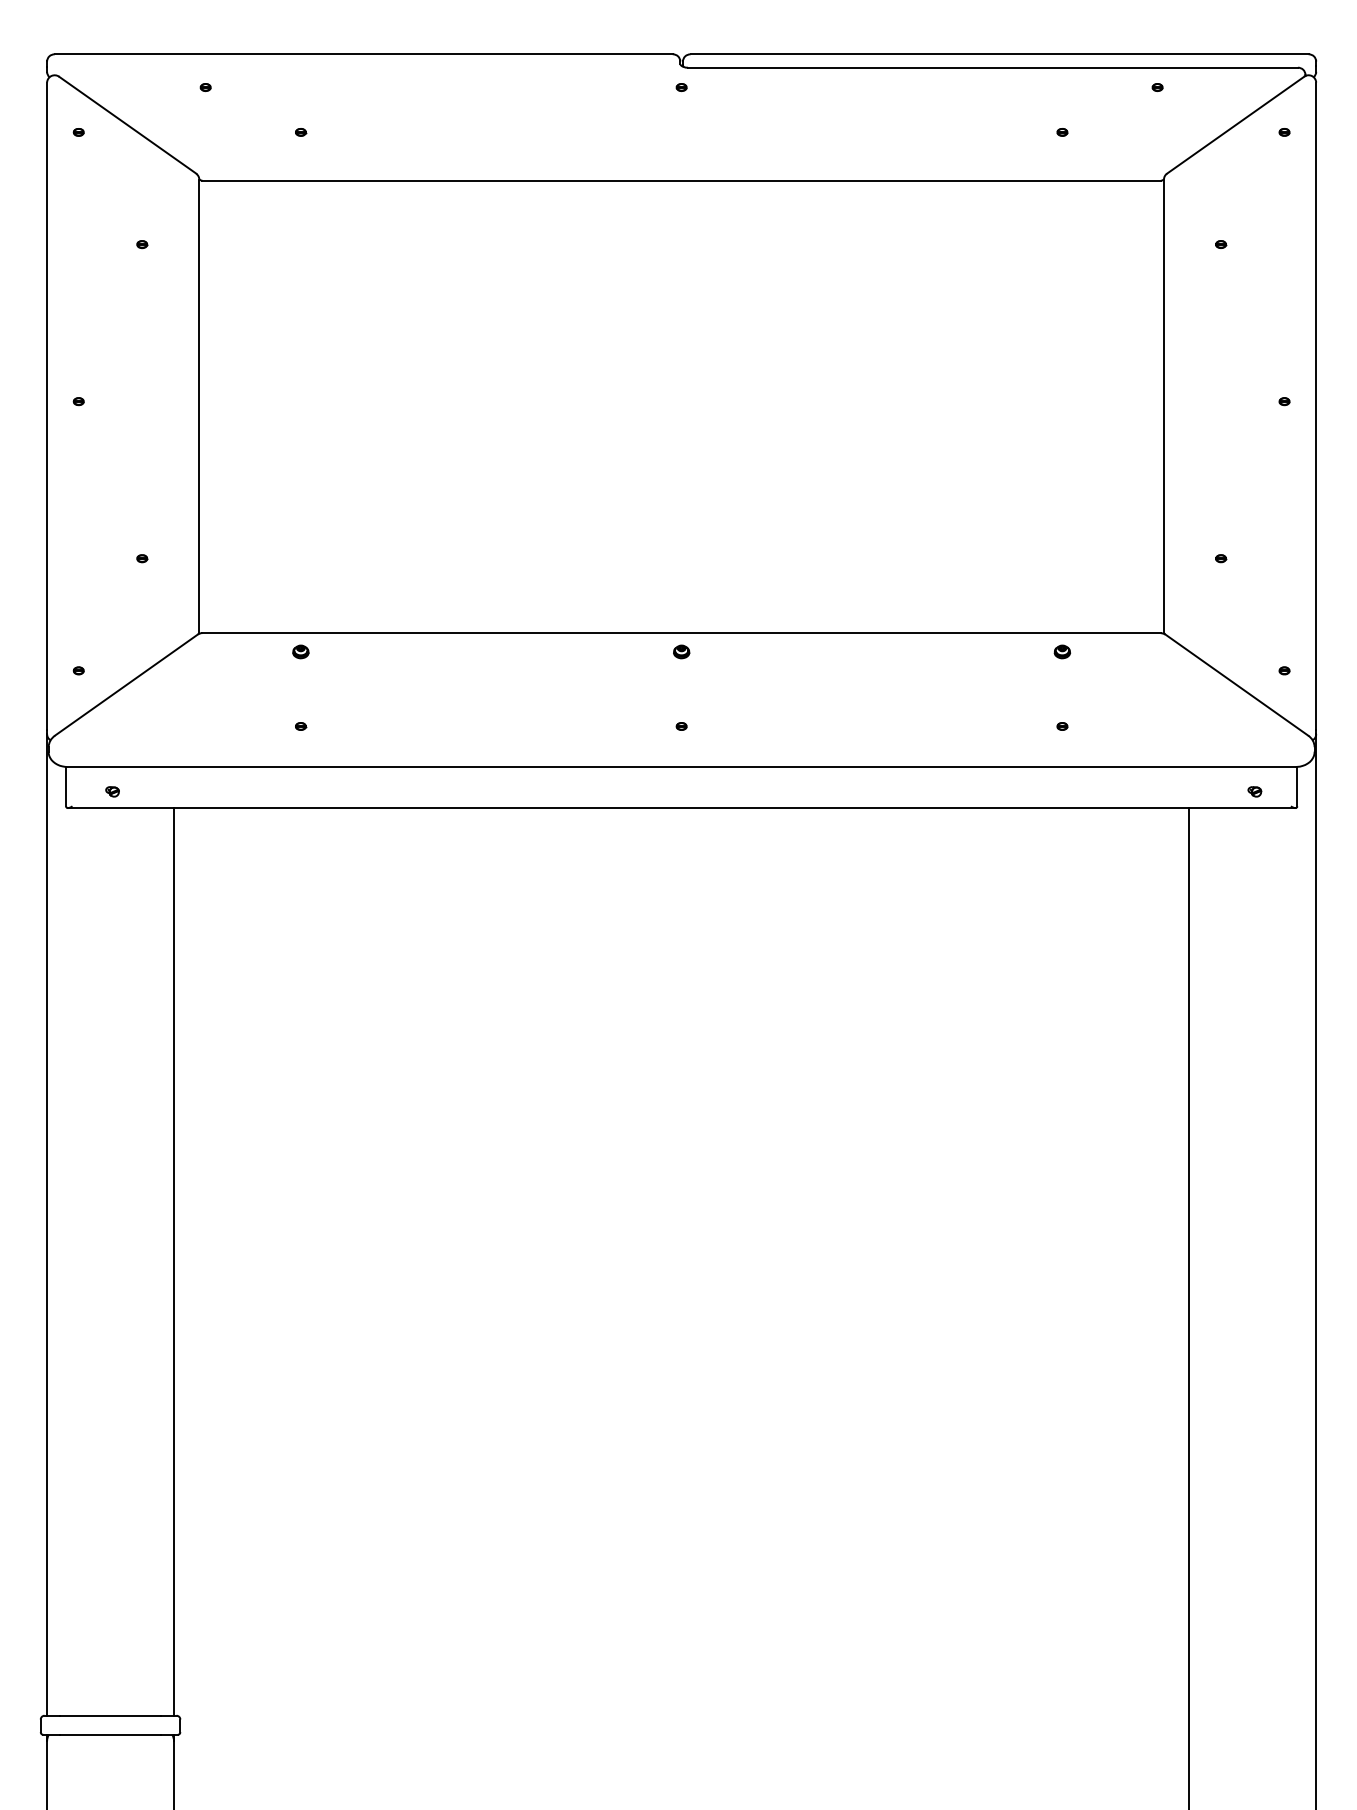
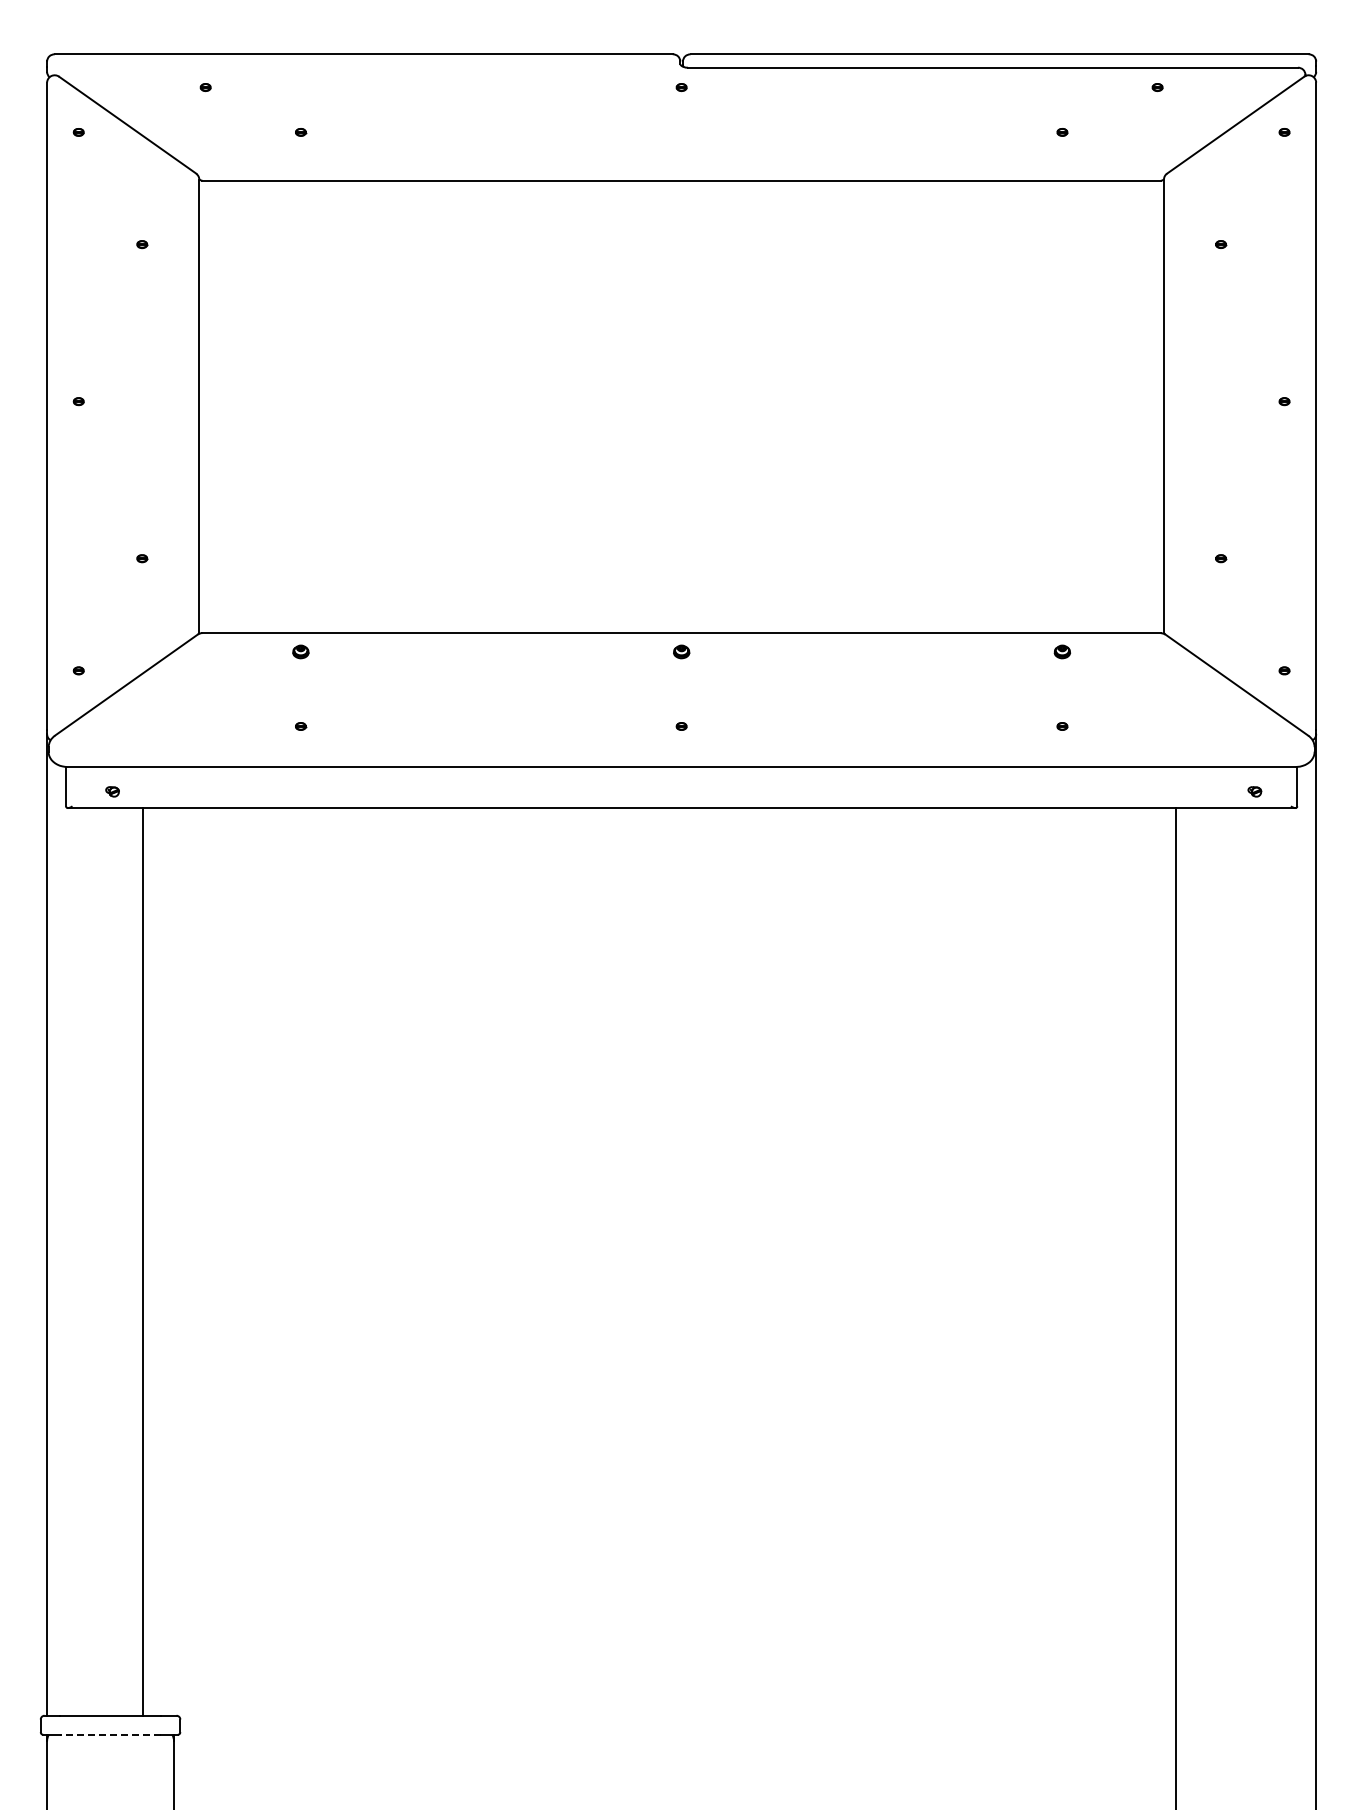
line at (174, 1261) position: (174, 1261) -> (143, 1261)
line at (1189, 1307) position: (1189, 1307) -> (1176, 1307)
line at (110, 1734): solid -> dashed
